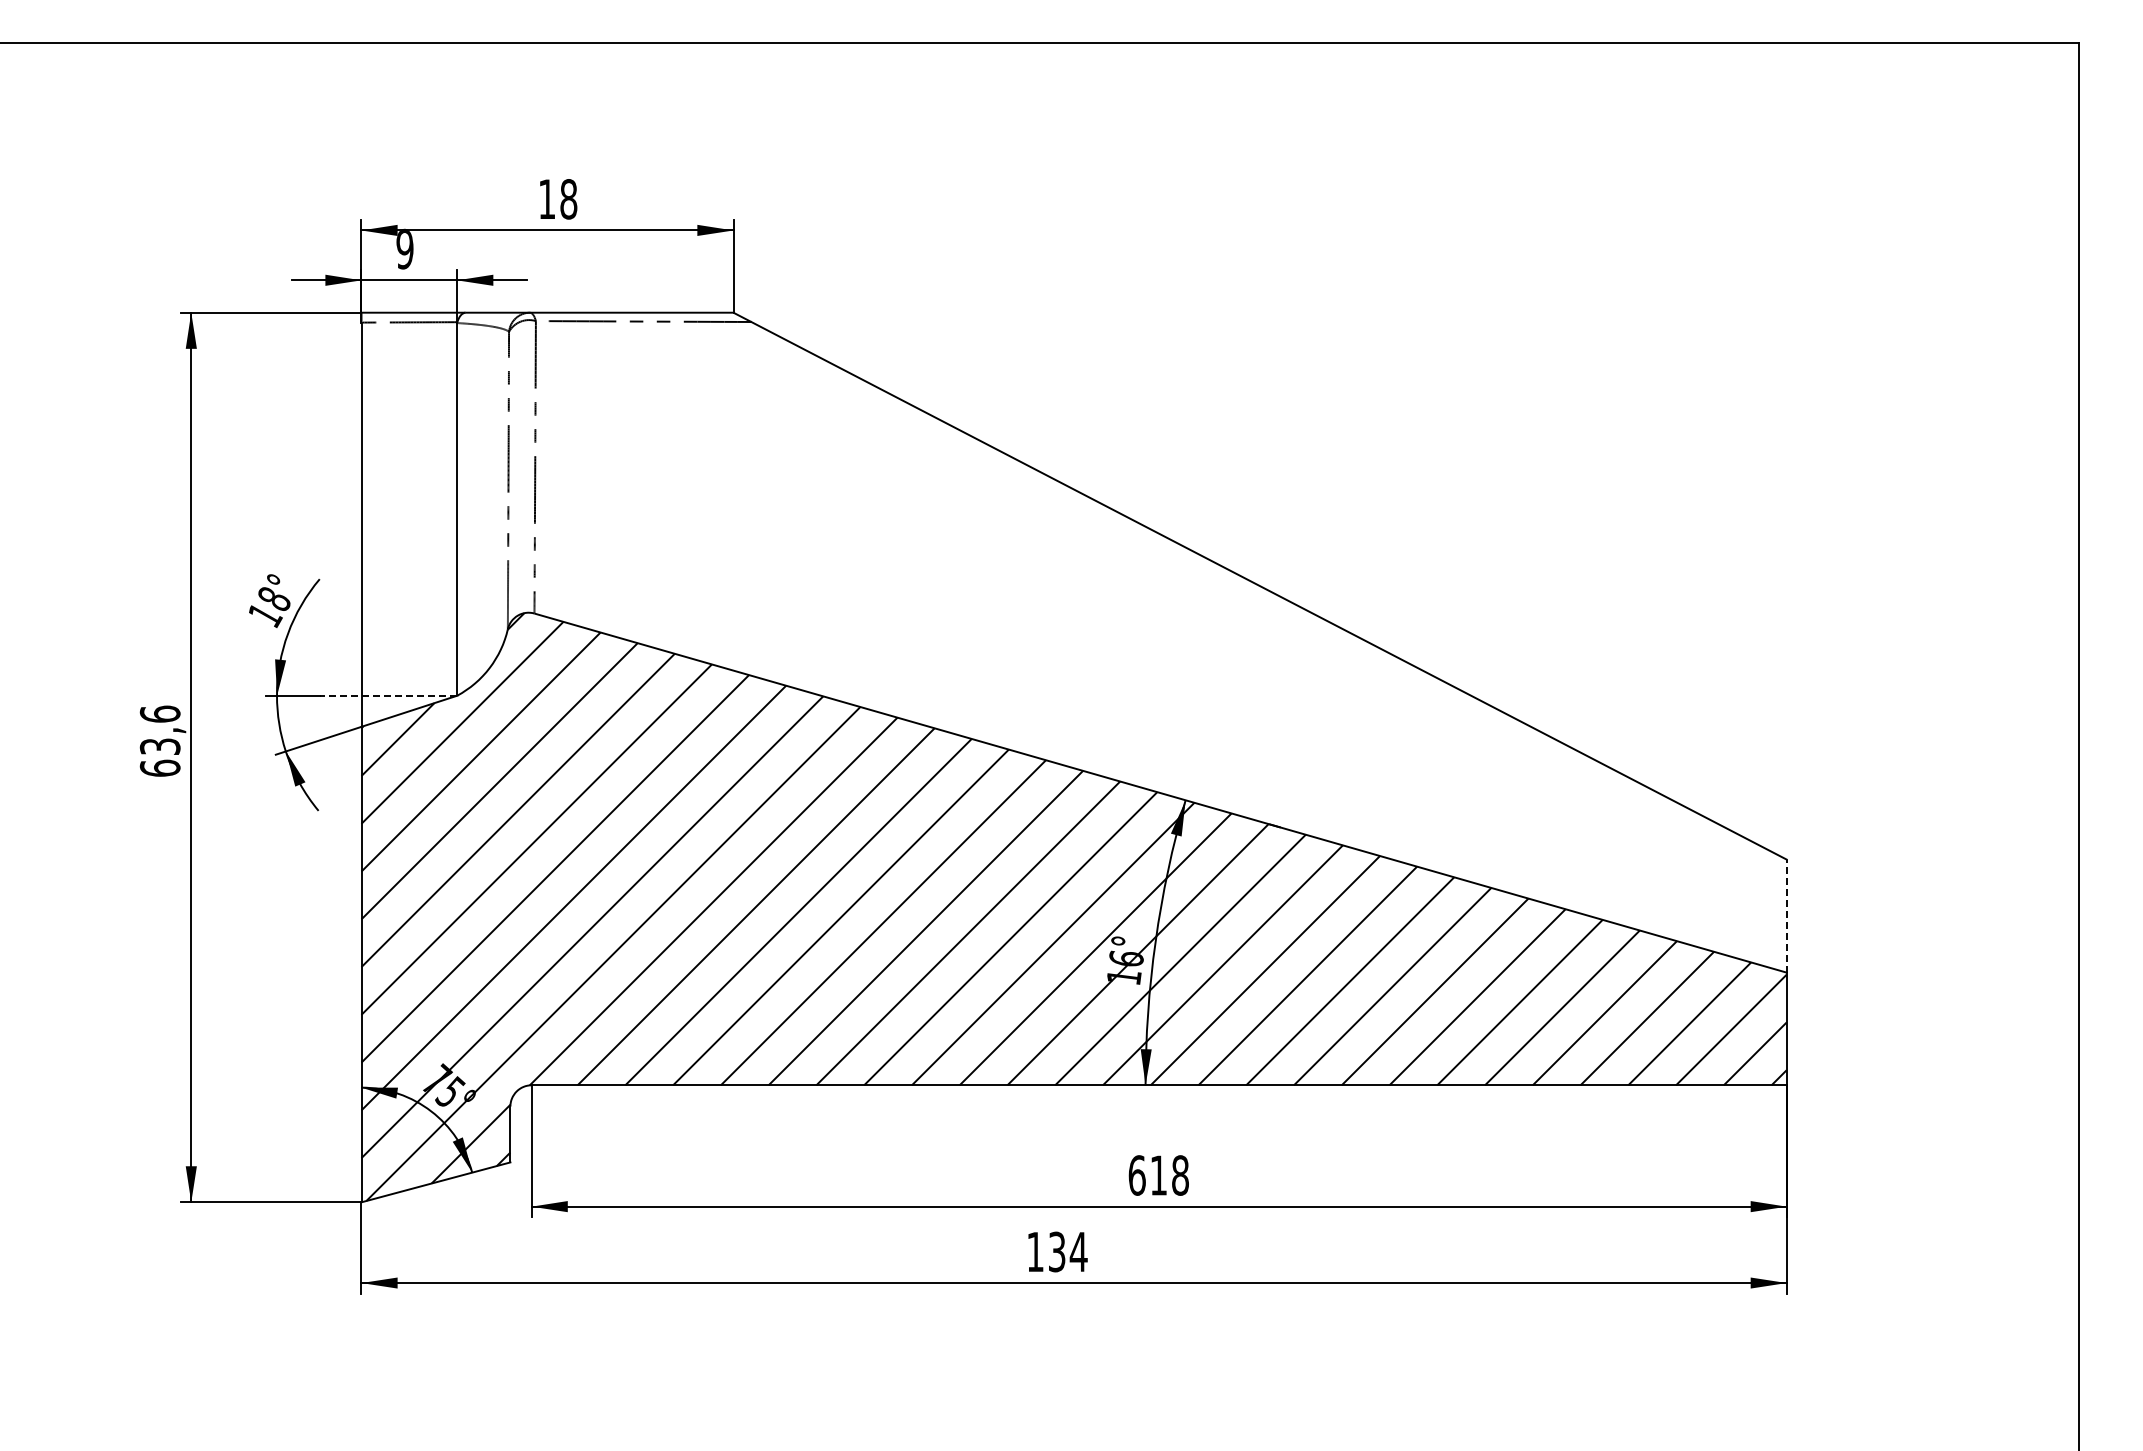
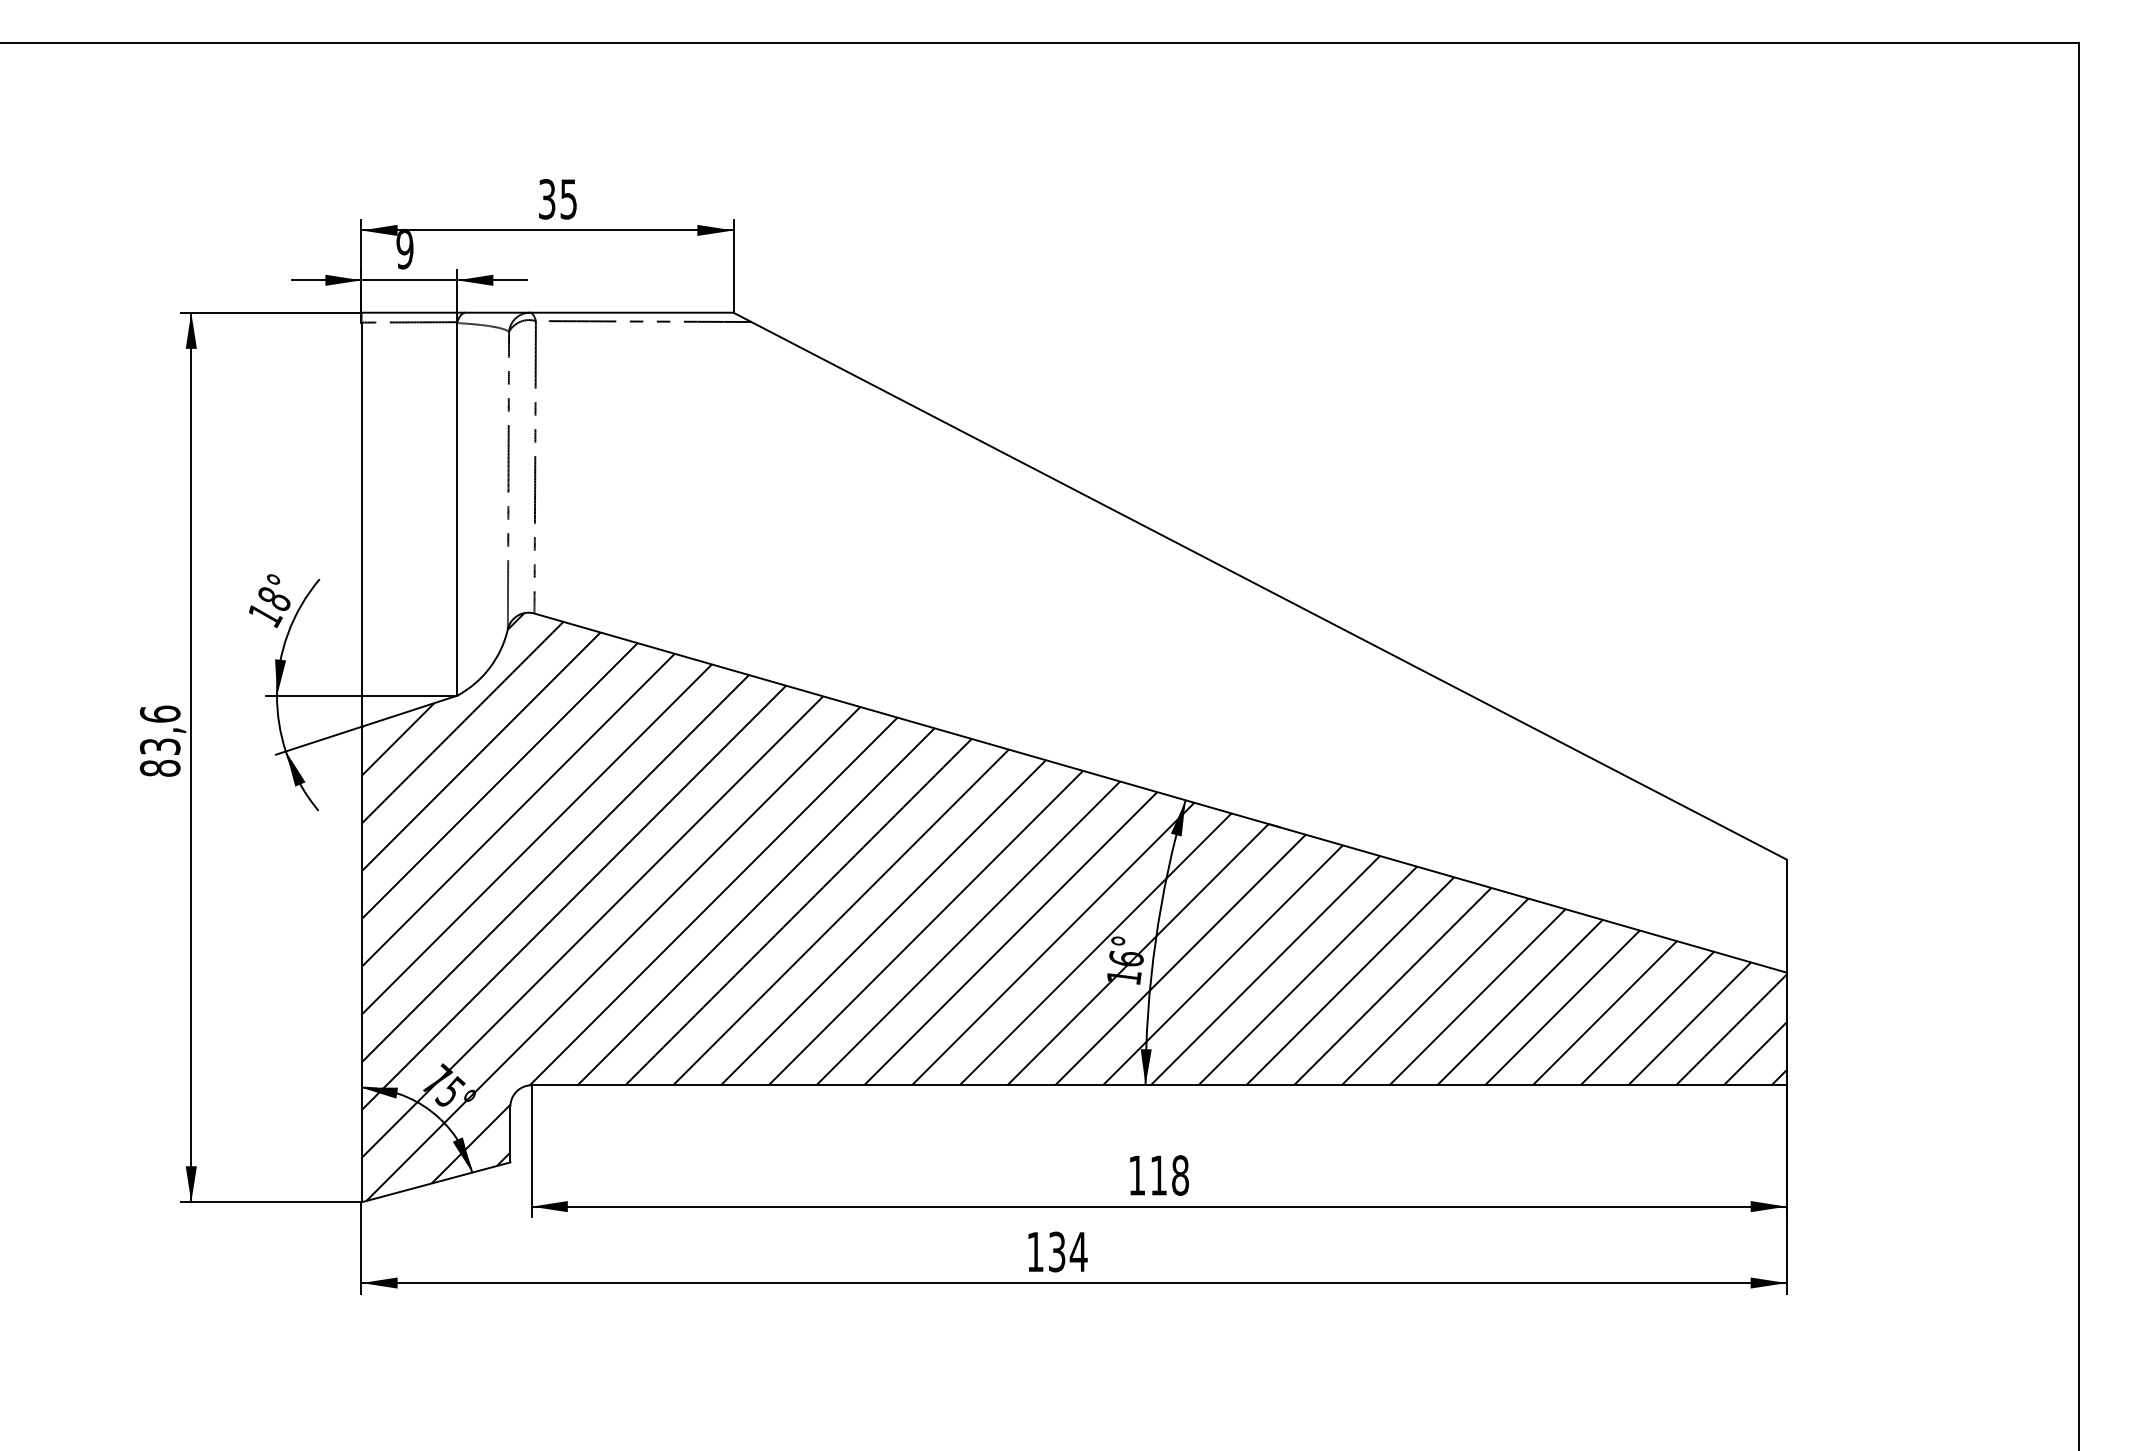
text at (558, 199): 18 -> 35
line at (388, 695): dashed -> solid
text at (159, 767): 63,6 -> 83,6
line at (1786, 916): dashed -> solid
text at (1136, 1175): 618 -> 118
